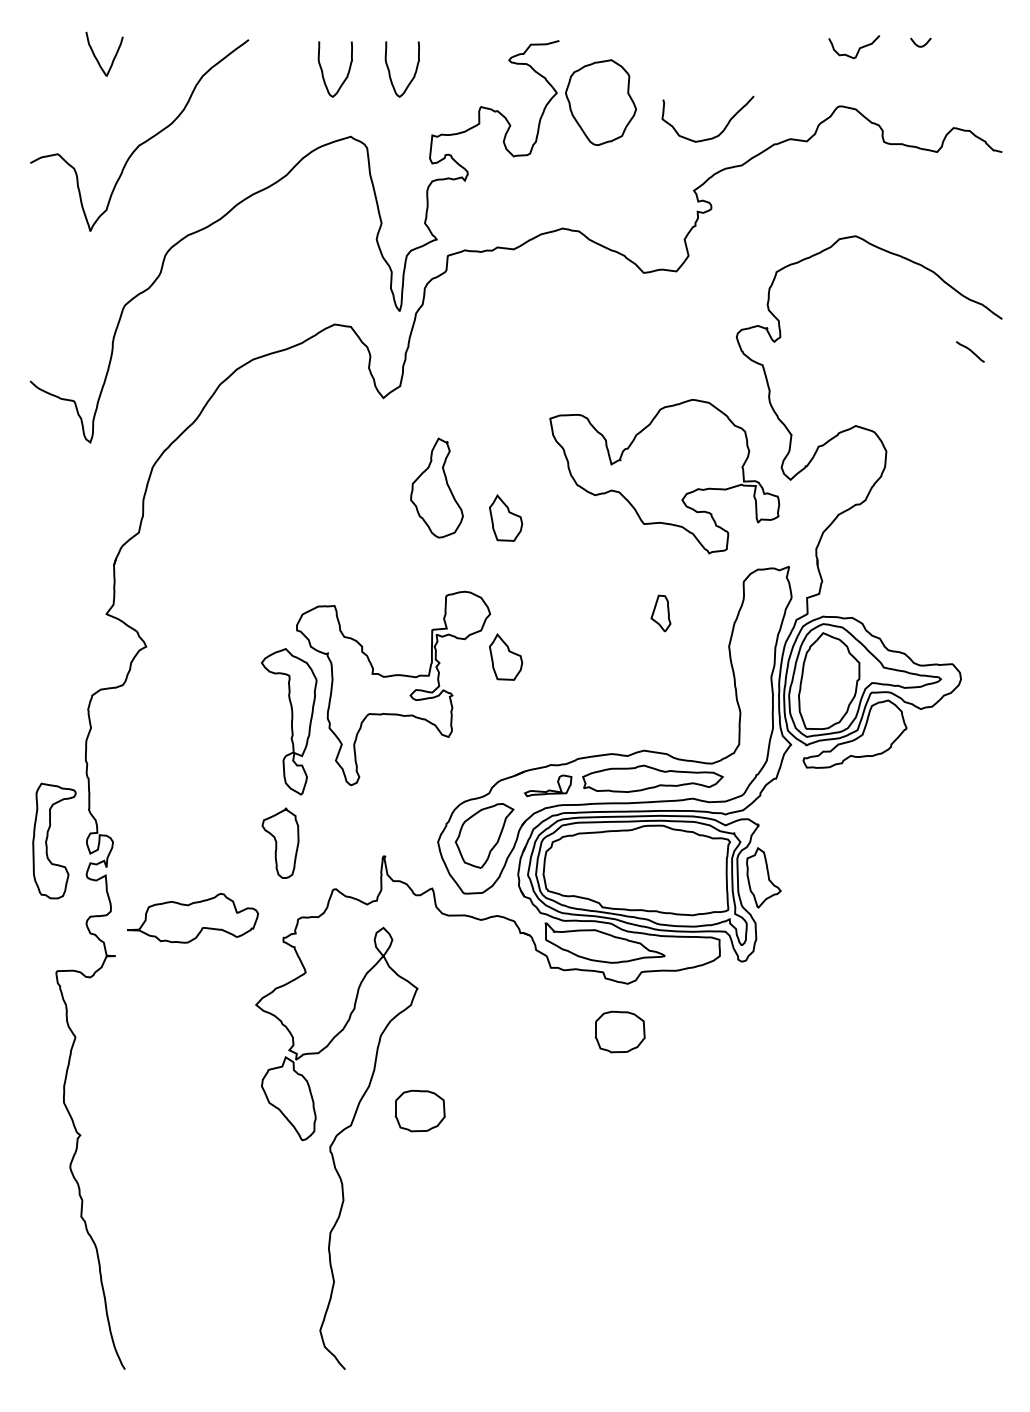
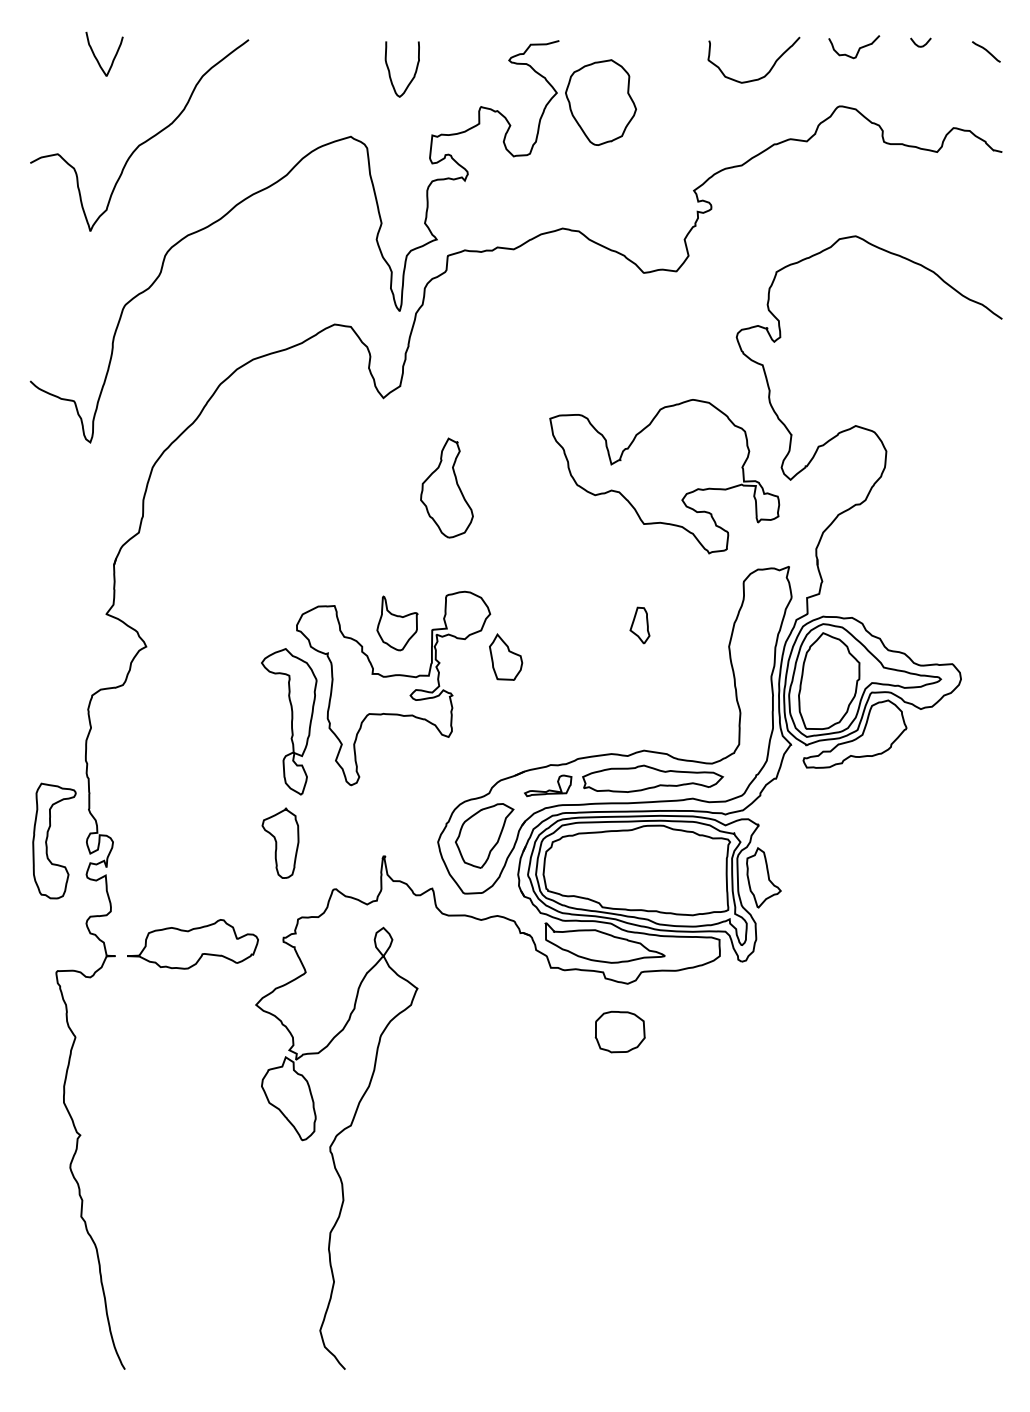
curve at (323, 71): present -> none
curve at (723, 128) position: (723, 128) -> (769, 69)
curve at (970, 351) position: (970, 351) -> (986, 51)
part at (436, 487) position: (436, 487) -> (446, 487)
part at (506, 517): present -> none
part at (660, 613) position: (660, 613) -> (639, 625)
part at (397, 623): none -> present
part at (192, 918) position: (192, 918) -> (192, 944)
part at (419, 1110): present -> none
